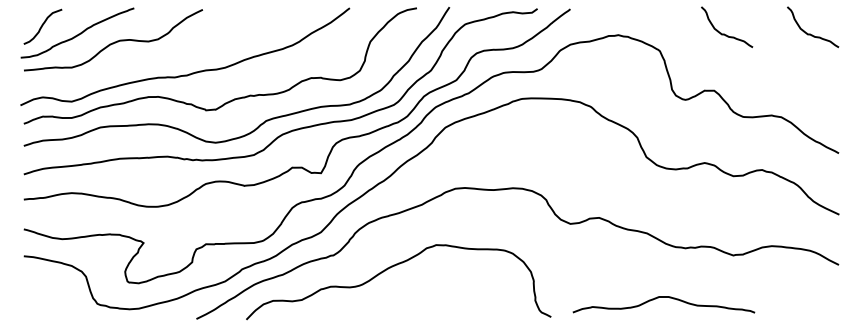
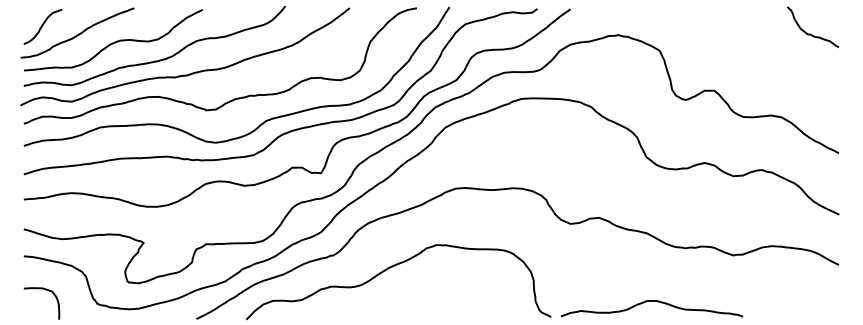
curve at (724, 33): present -> none
curve at (159, 59): none -> present
curve at (45, 290): none -> present
curve at (663, 297) position: (663, 297) -> (651, 301)
